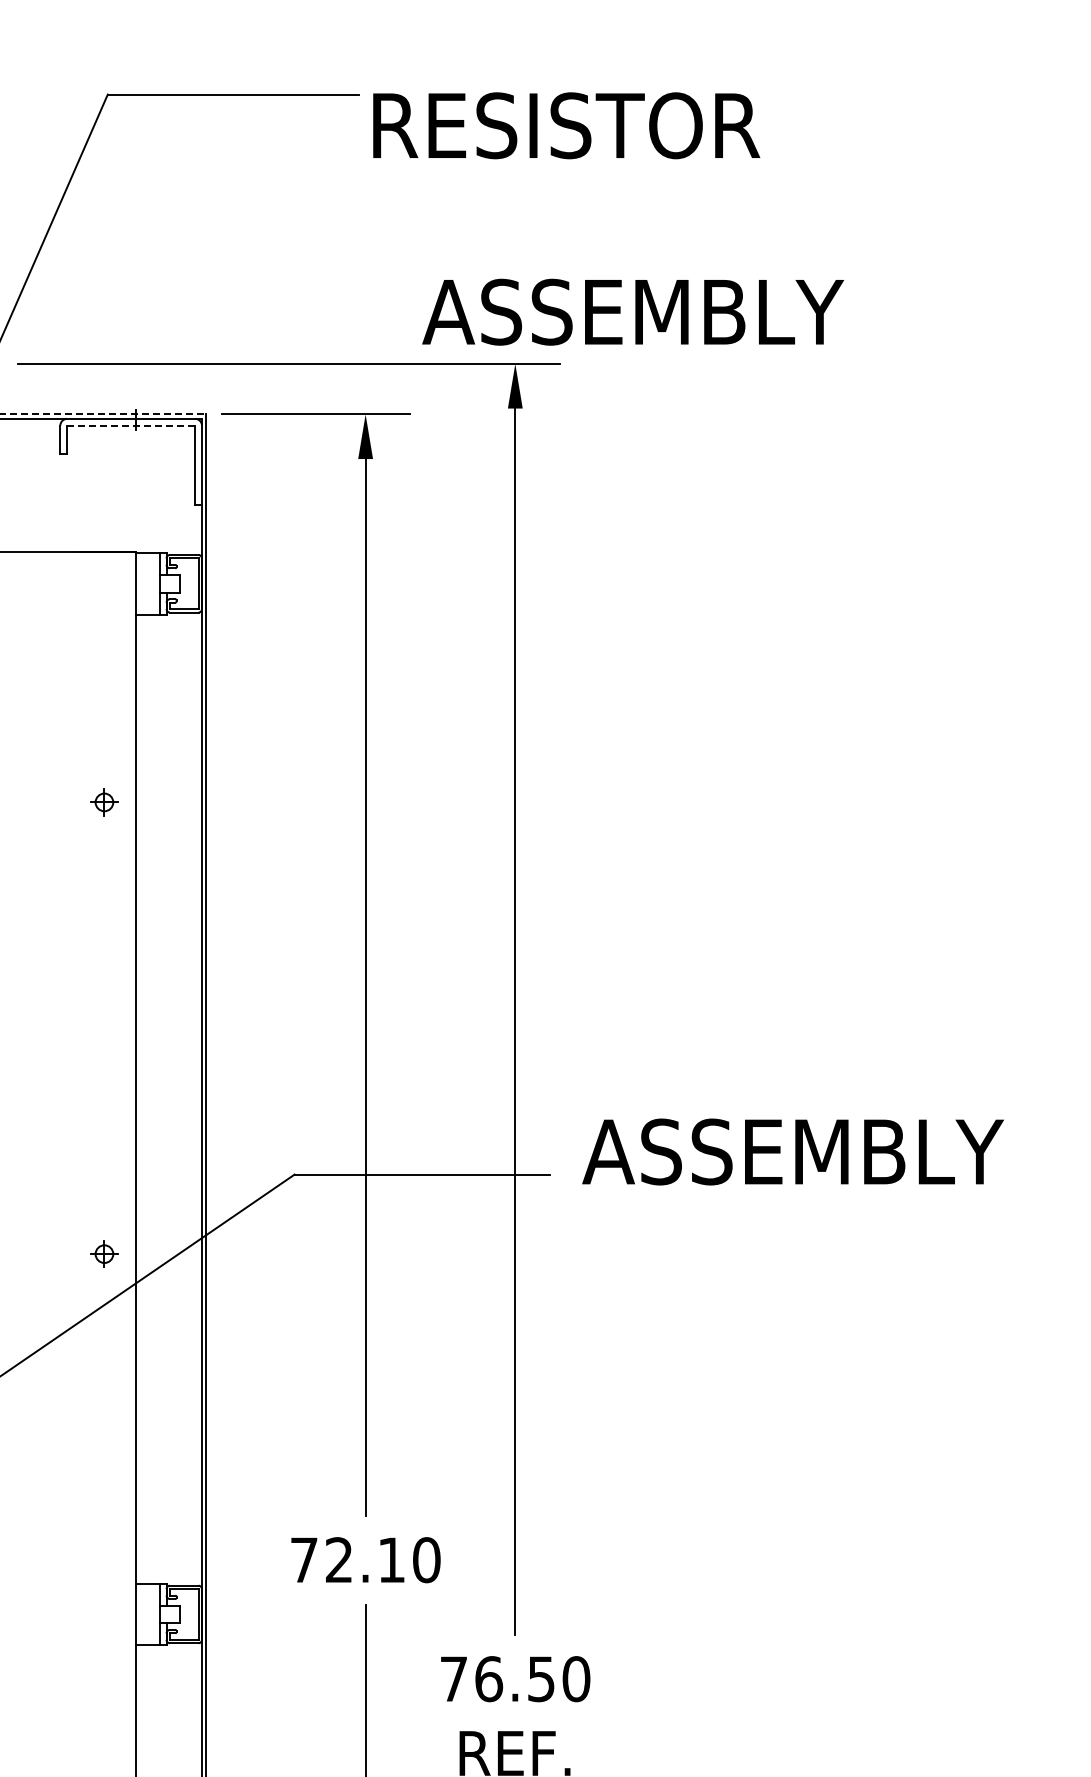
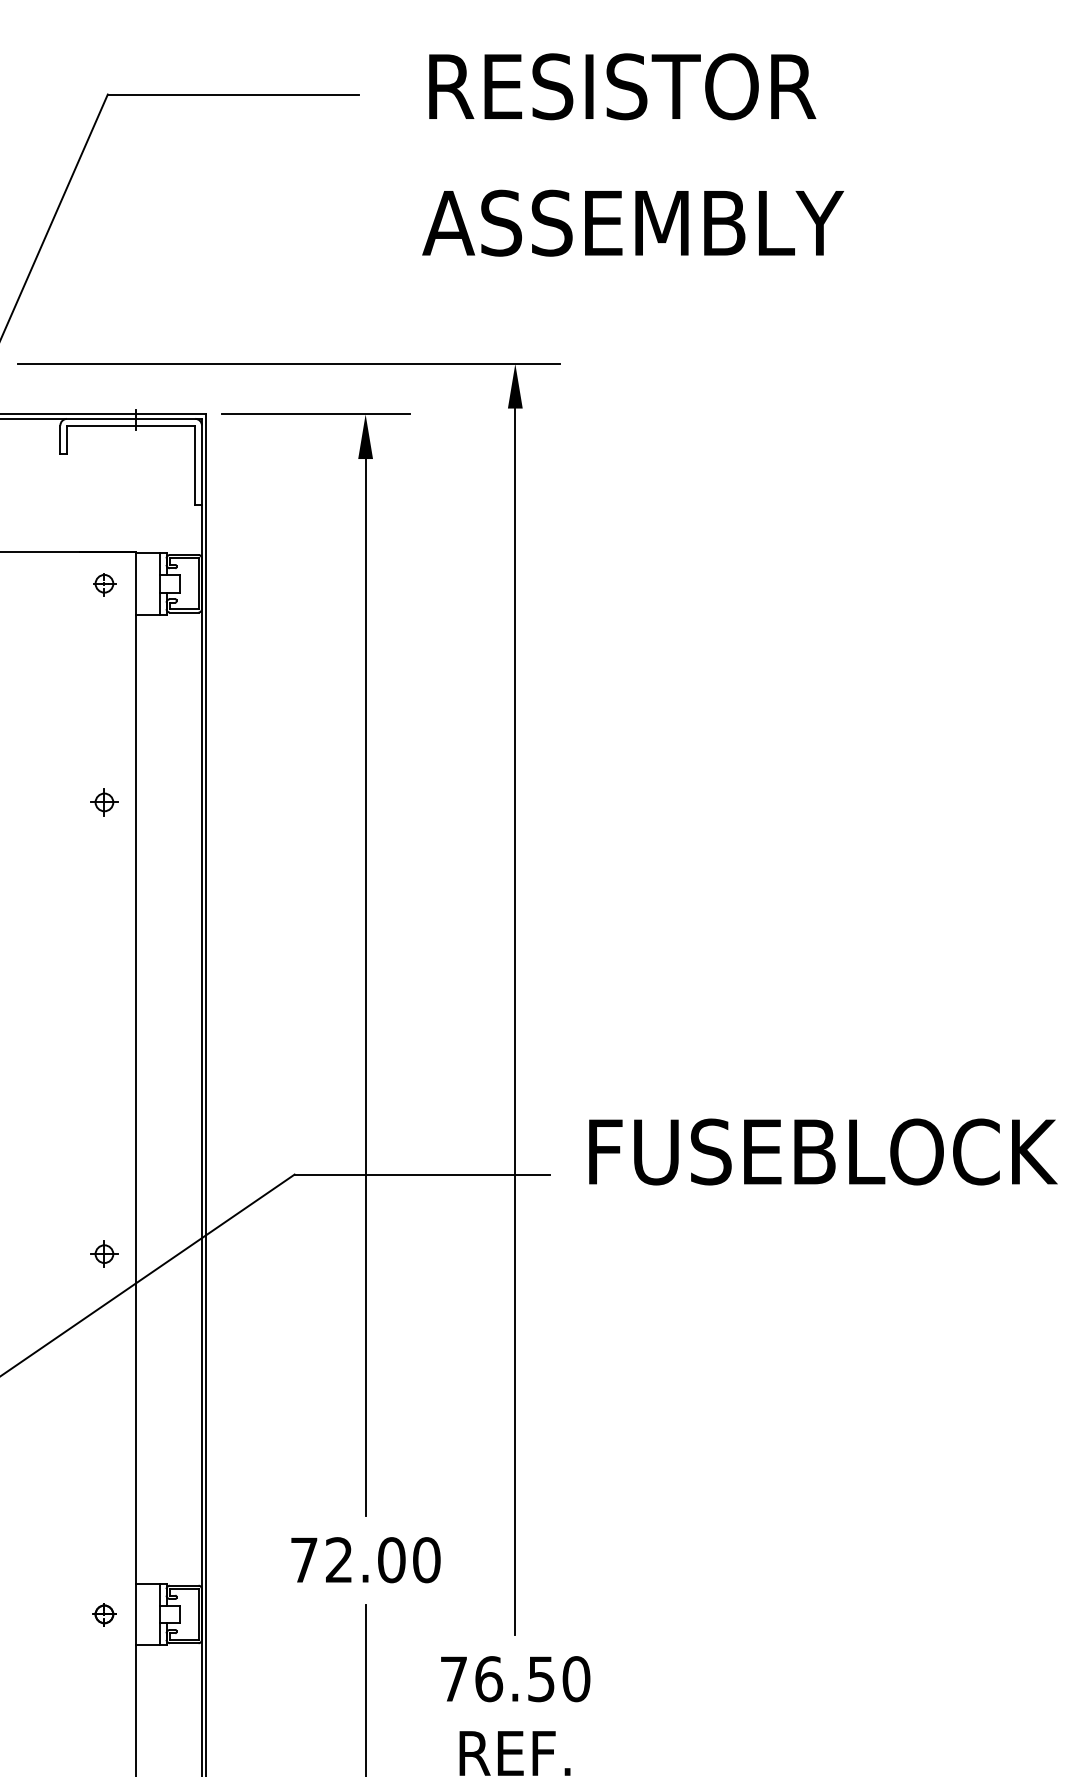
text at (566, 125) position: (566, 125) -> (622, 86)
text at (632, 311) position: (632, 311) -> (632, 222)
line at (103, 414): dashed -> solid
line at (130, 425): dashed -> solid
part at (104, 584): none -> present
text at (819, 1151): ASSEMBLY -> FUSEBLOCK
text at (391, 1560): 72.10 -> 72.00
part at (104, 1614): none -> present
